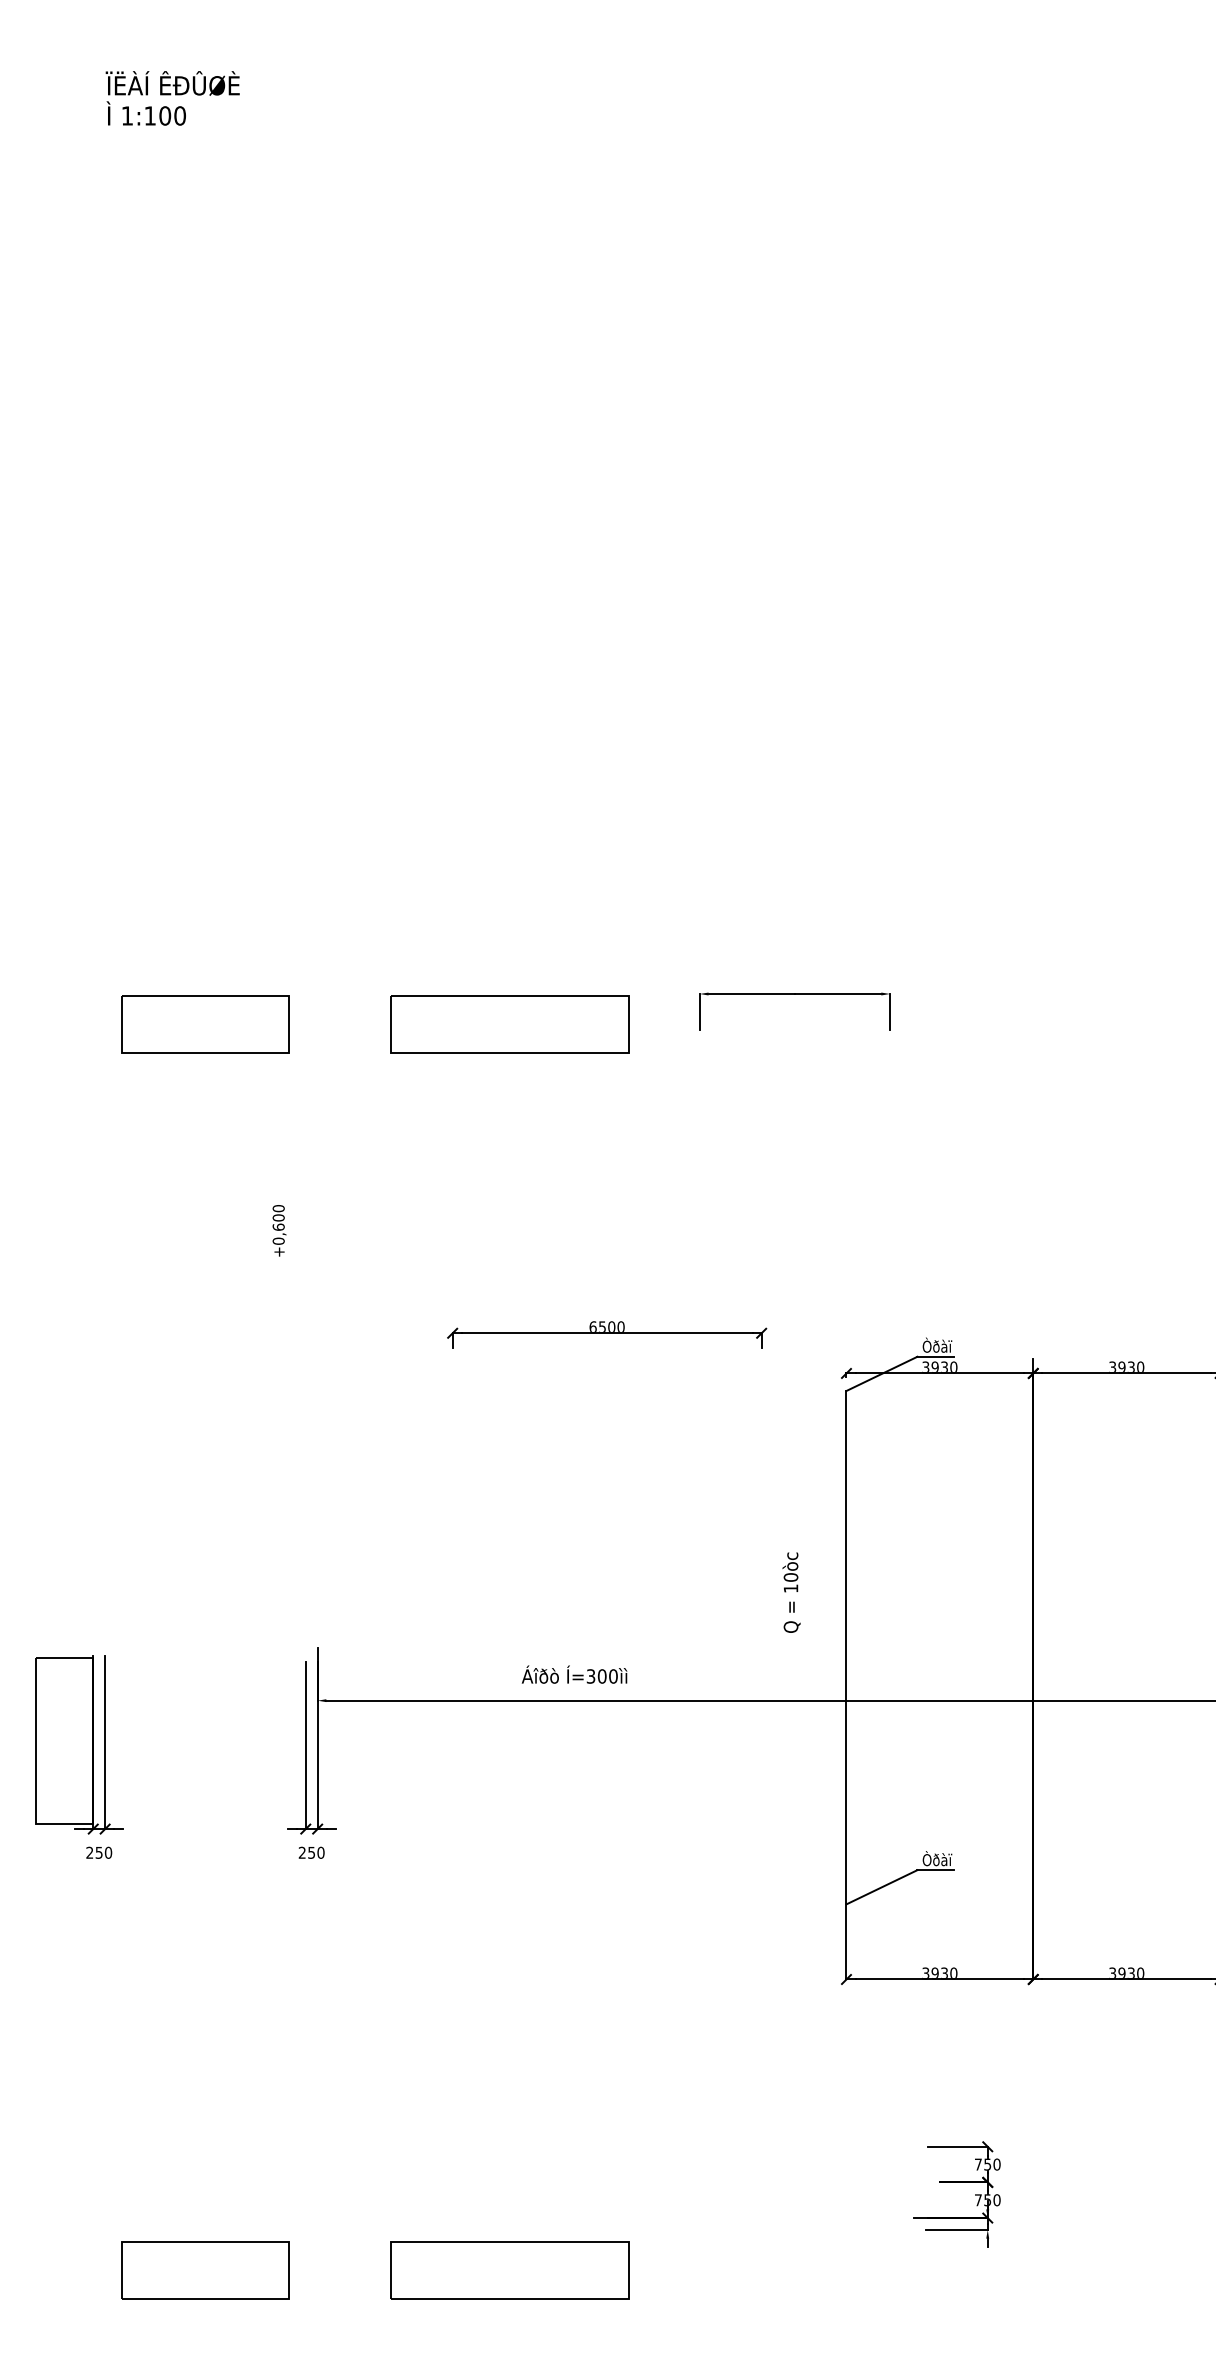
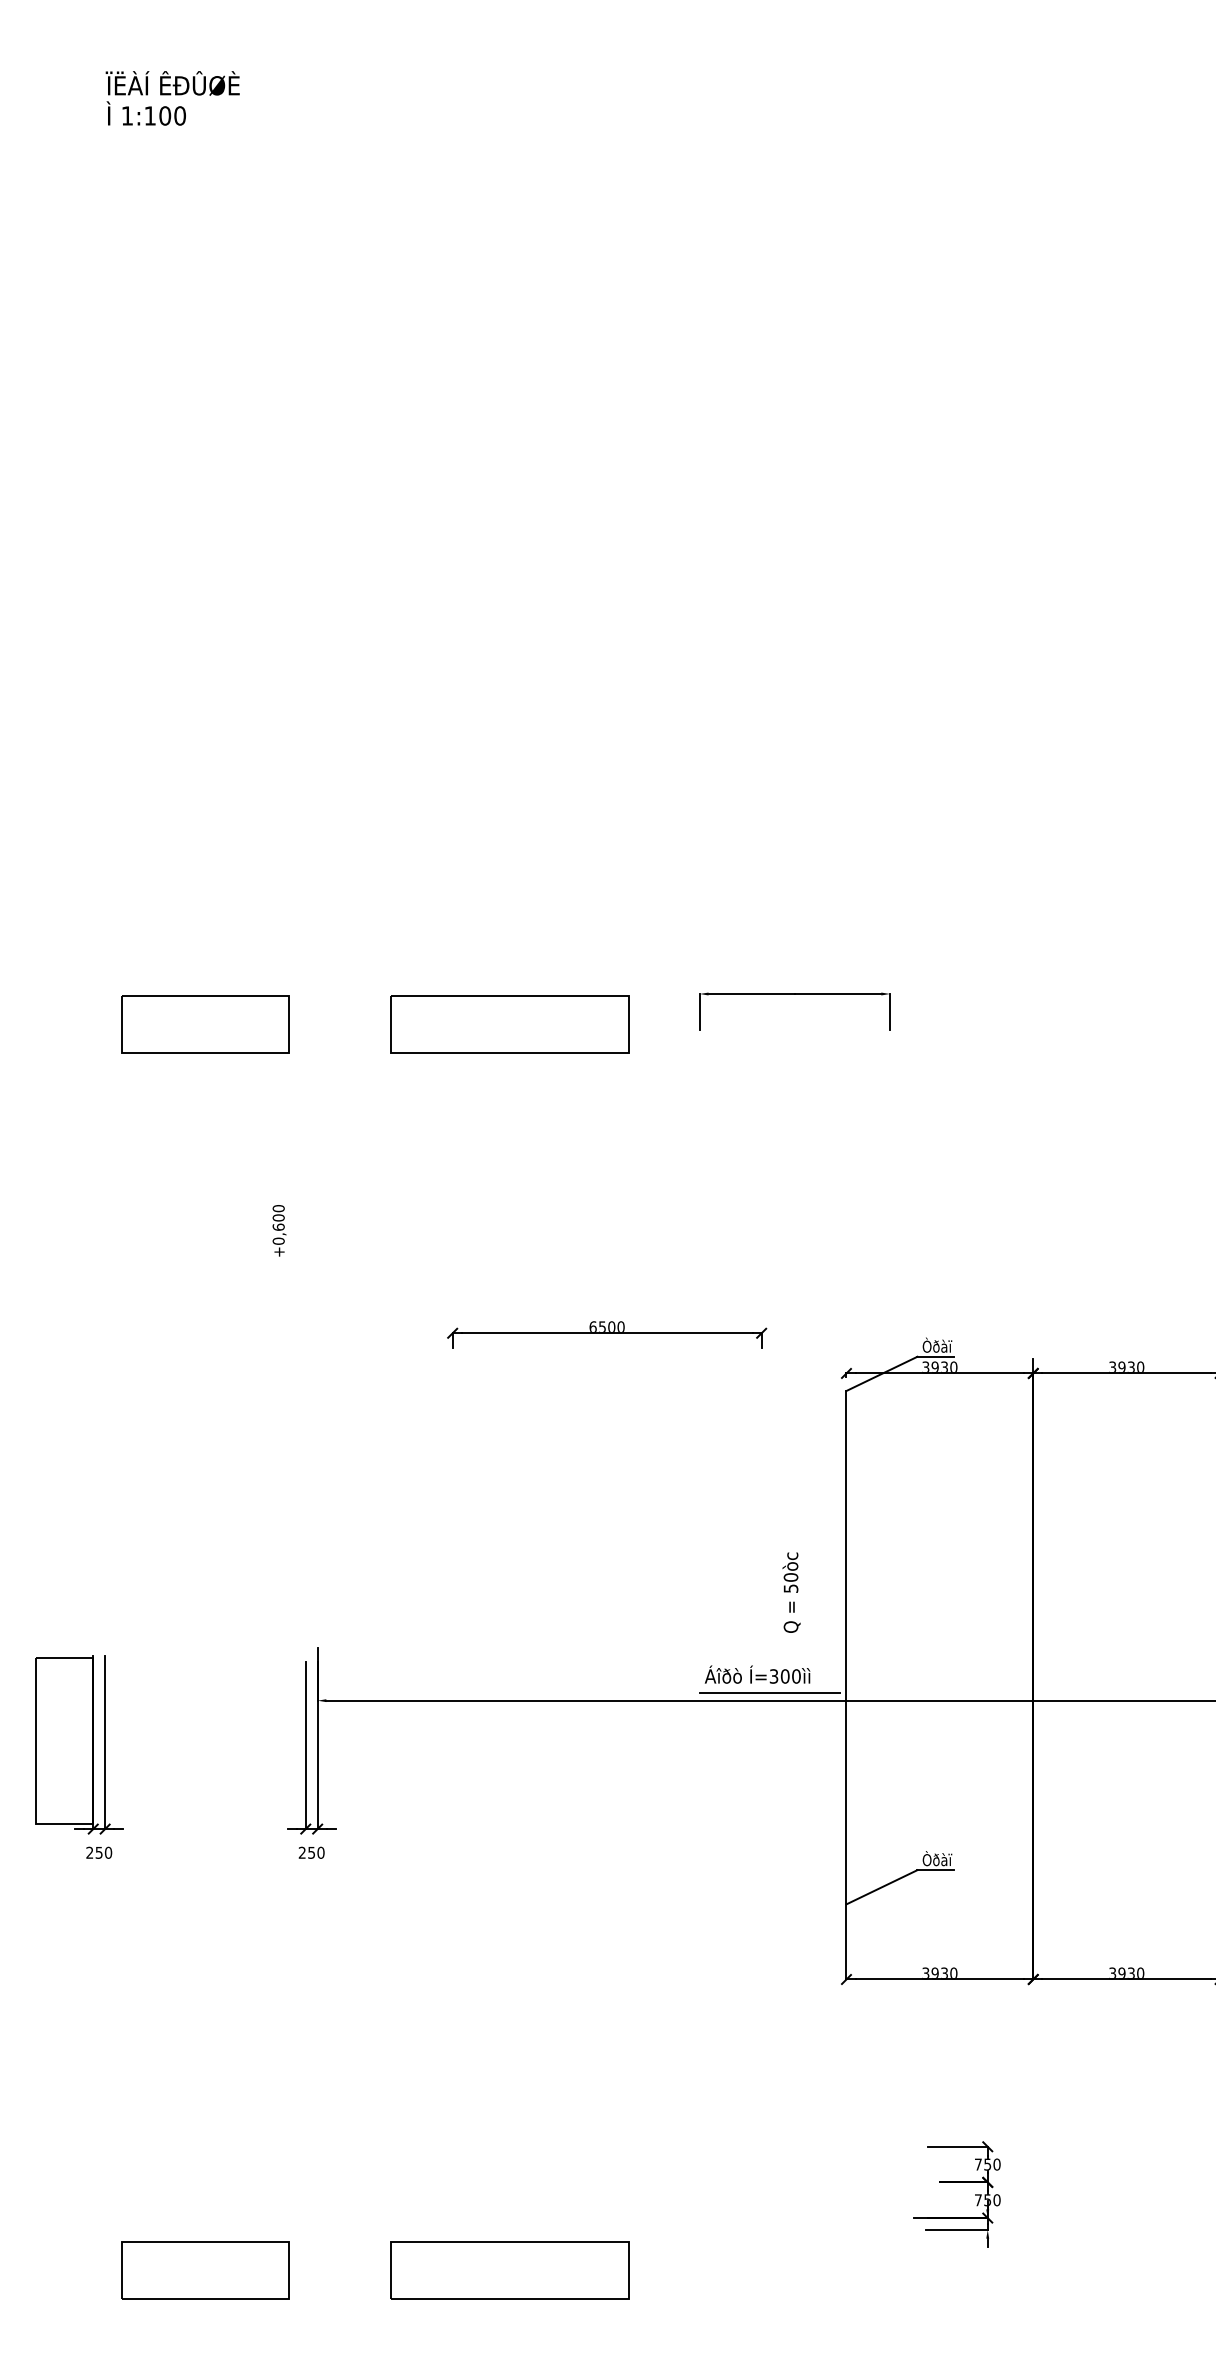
text at (790, 1588): 10òc -> 50òc
text at (574, 1674) position: (574, 1674) -> (757, 1674)
line at (769, 1692): none -> present
